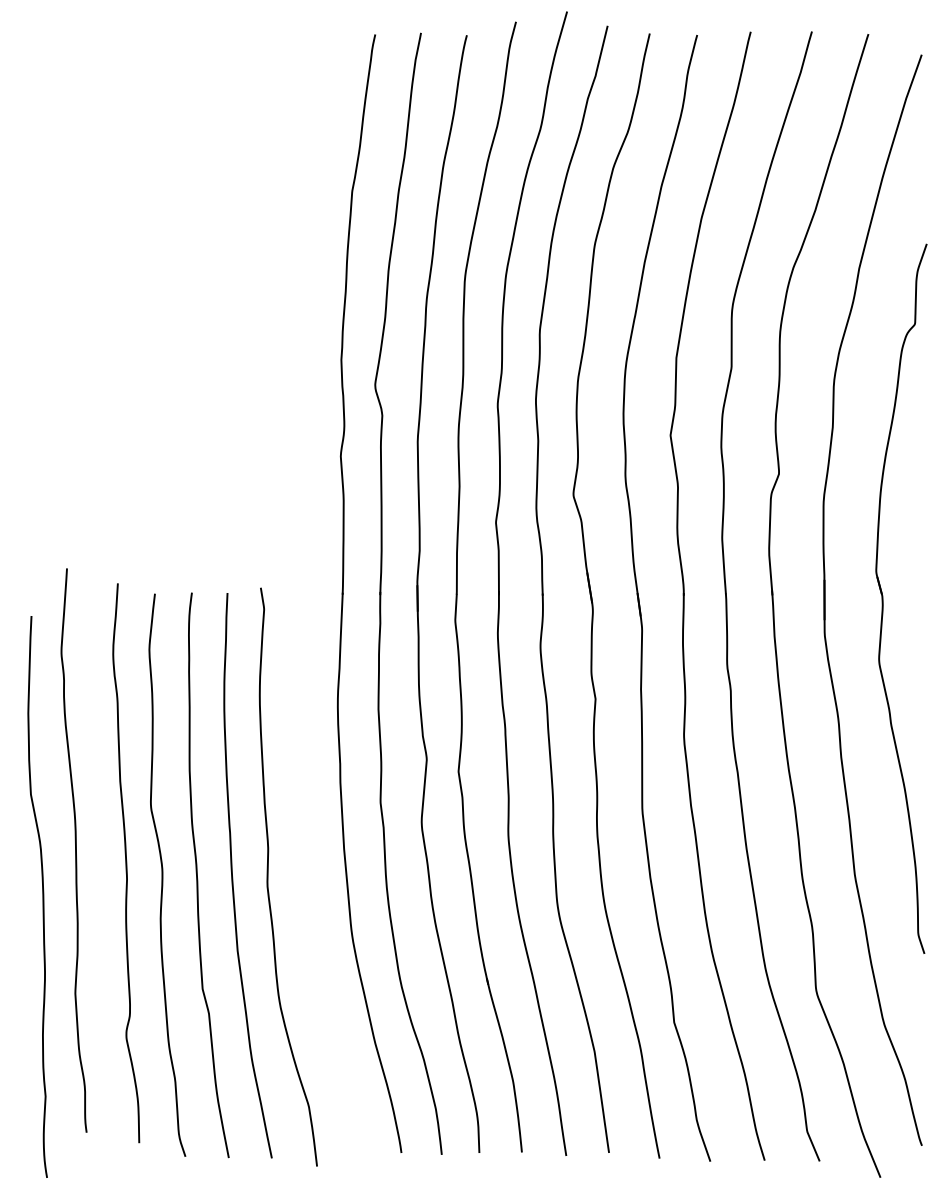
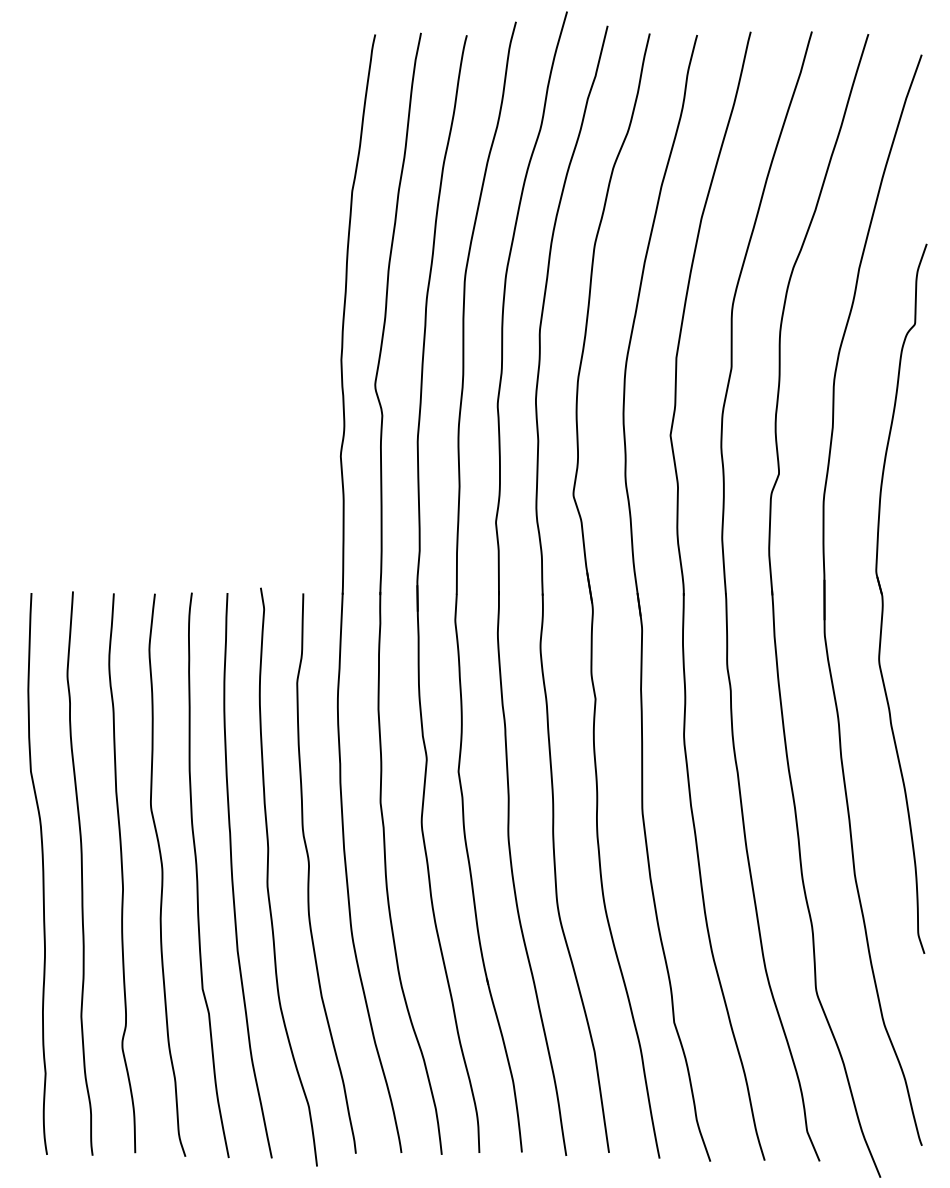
curve at (75, 850) position: (75, 850) -> (81, 873)
curve at (126, 863) position: (126, 863) -> (122, 873)
curve at (309, 873): none -> present
curve at (42, 896) position: (42, 896) -> (42, 873)
